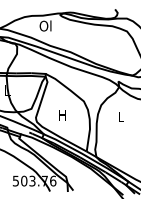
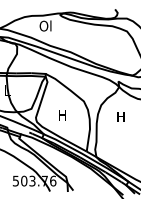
text at (120, 116): L -> H
